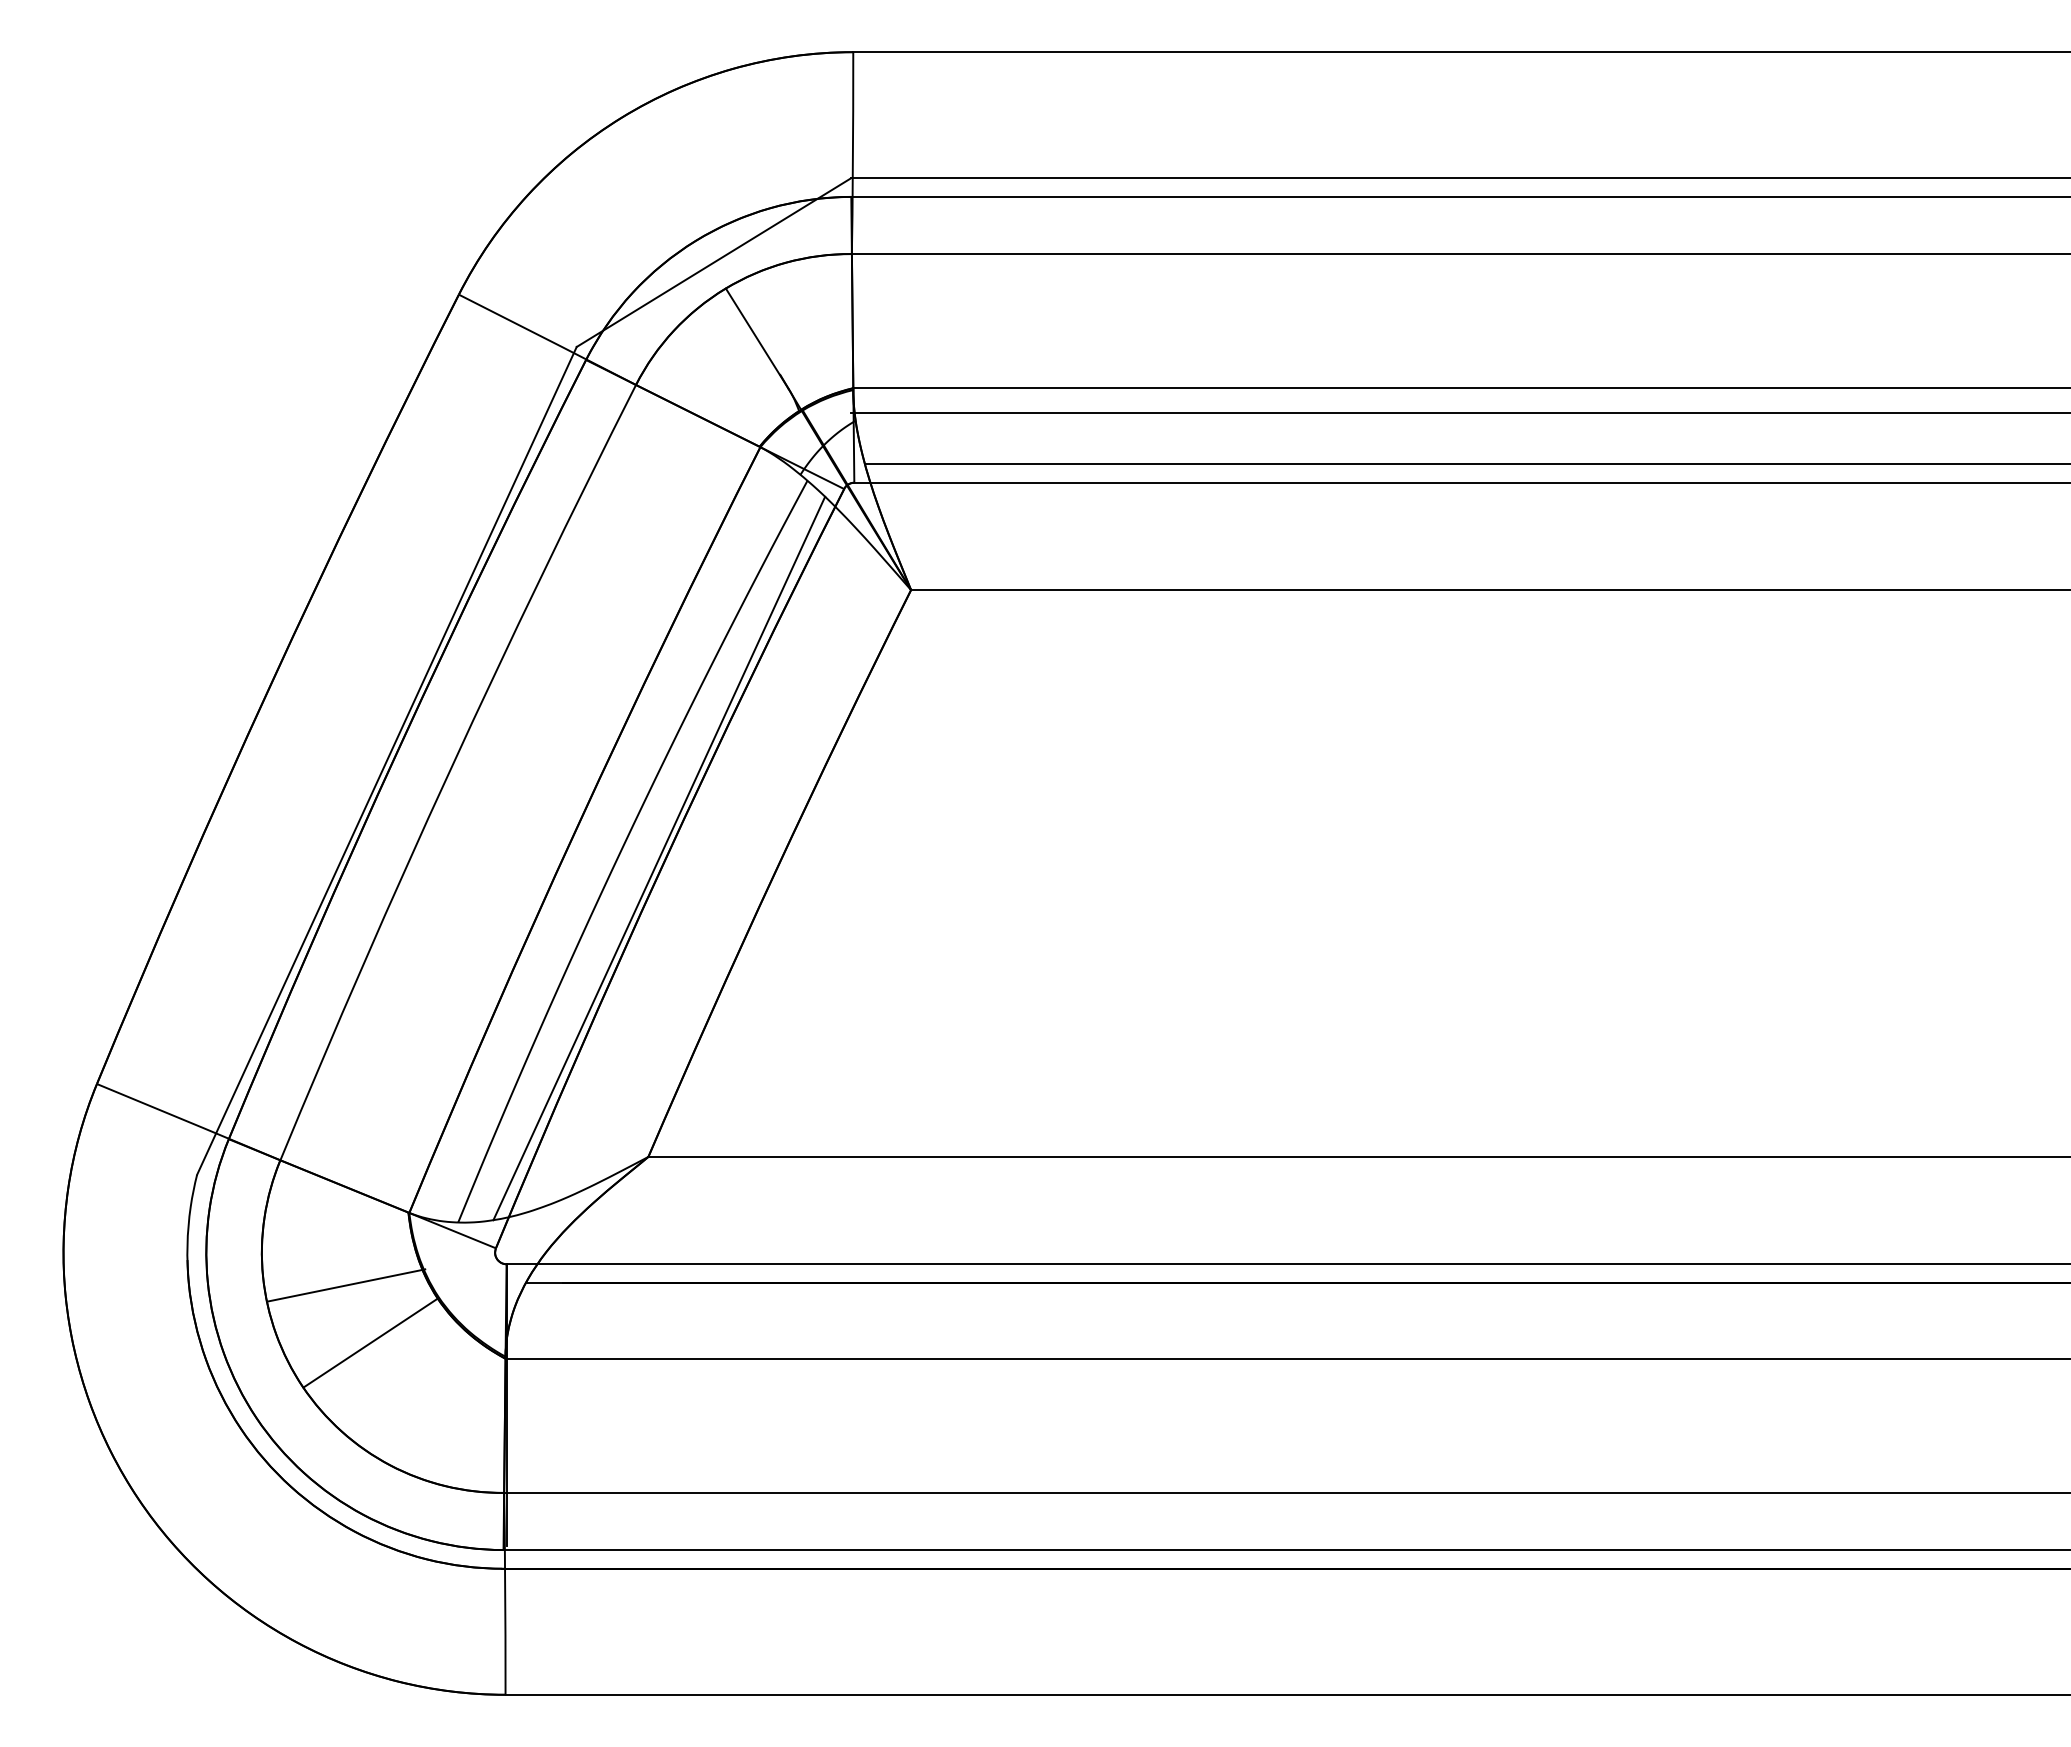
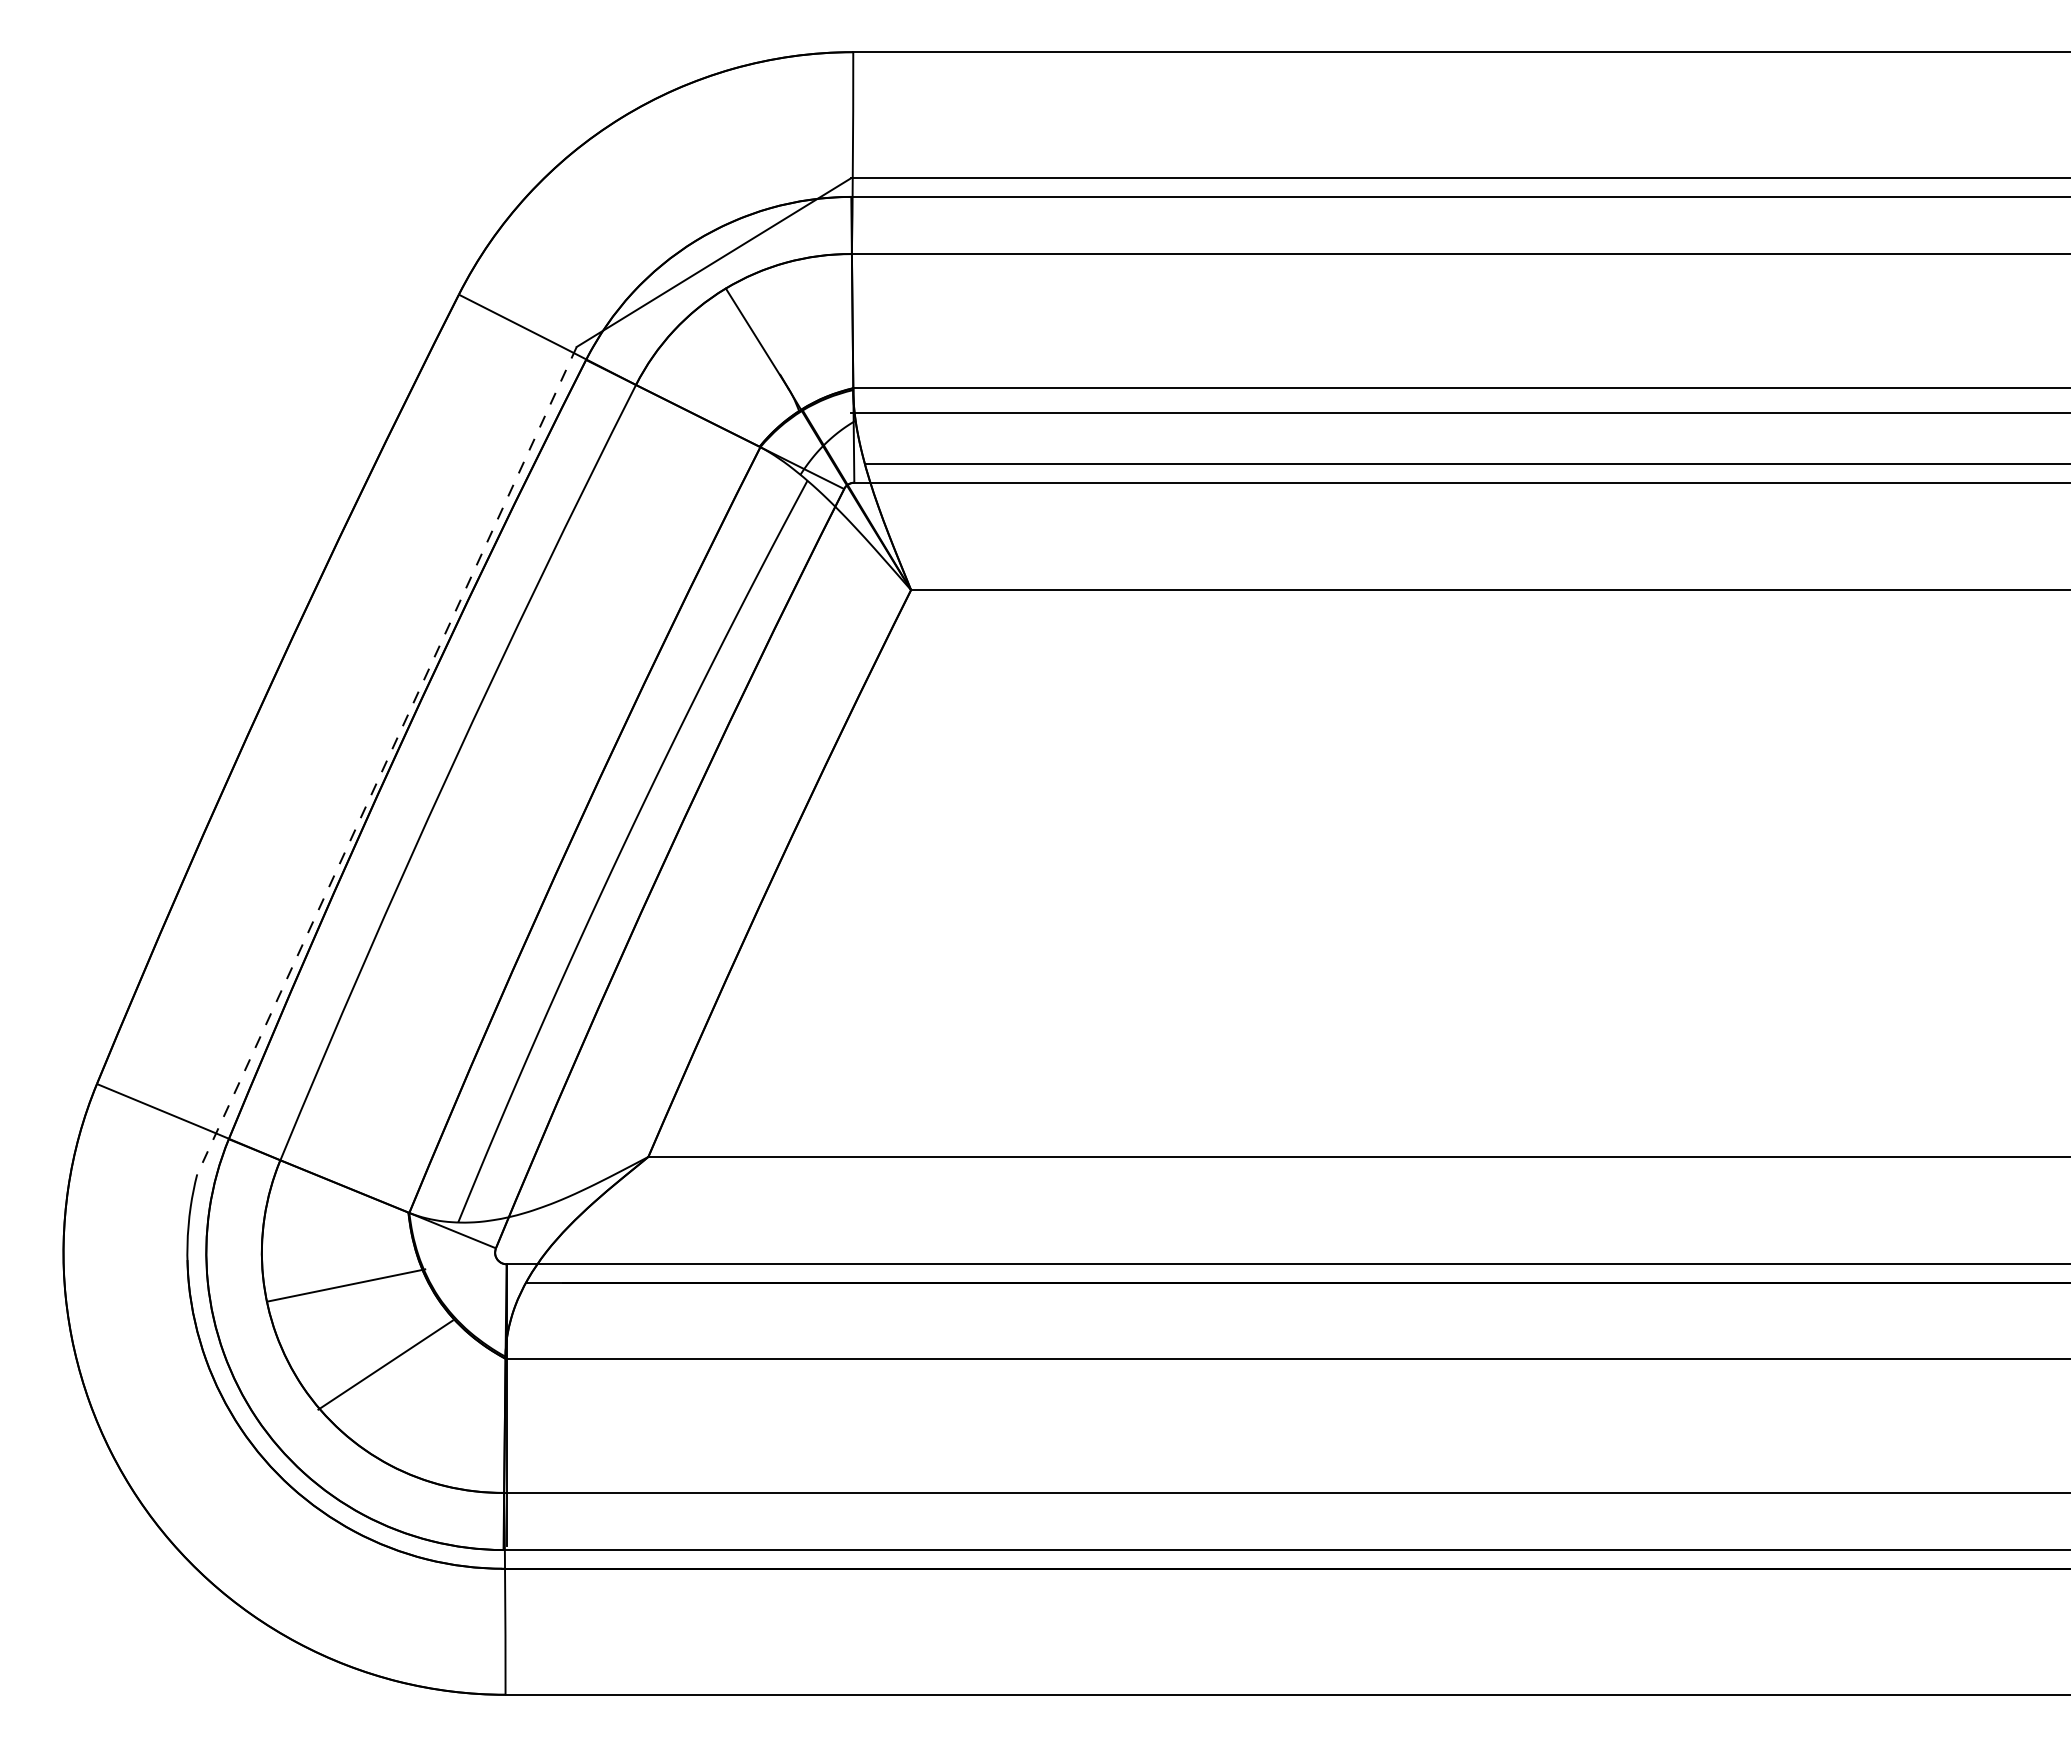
line at (386, 761): solid -> dashed
line at (659, 858): present -> none
line at (370, 1342) position: (370, 1342) -> (385, 1364)
